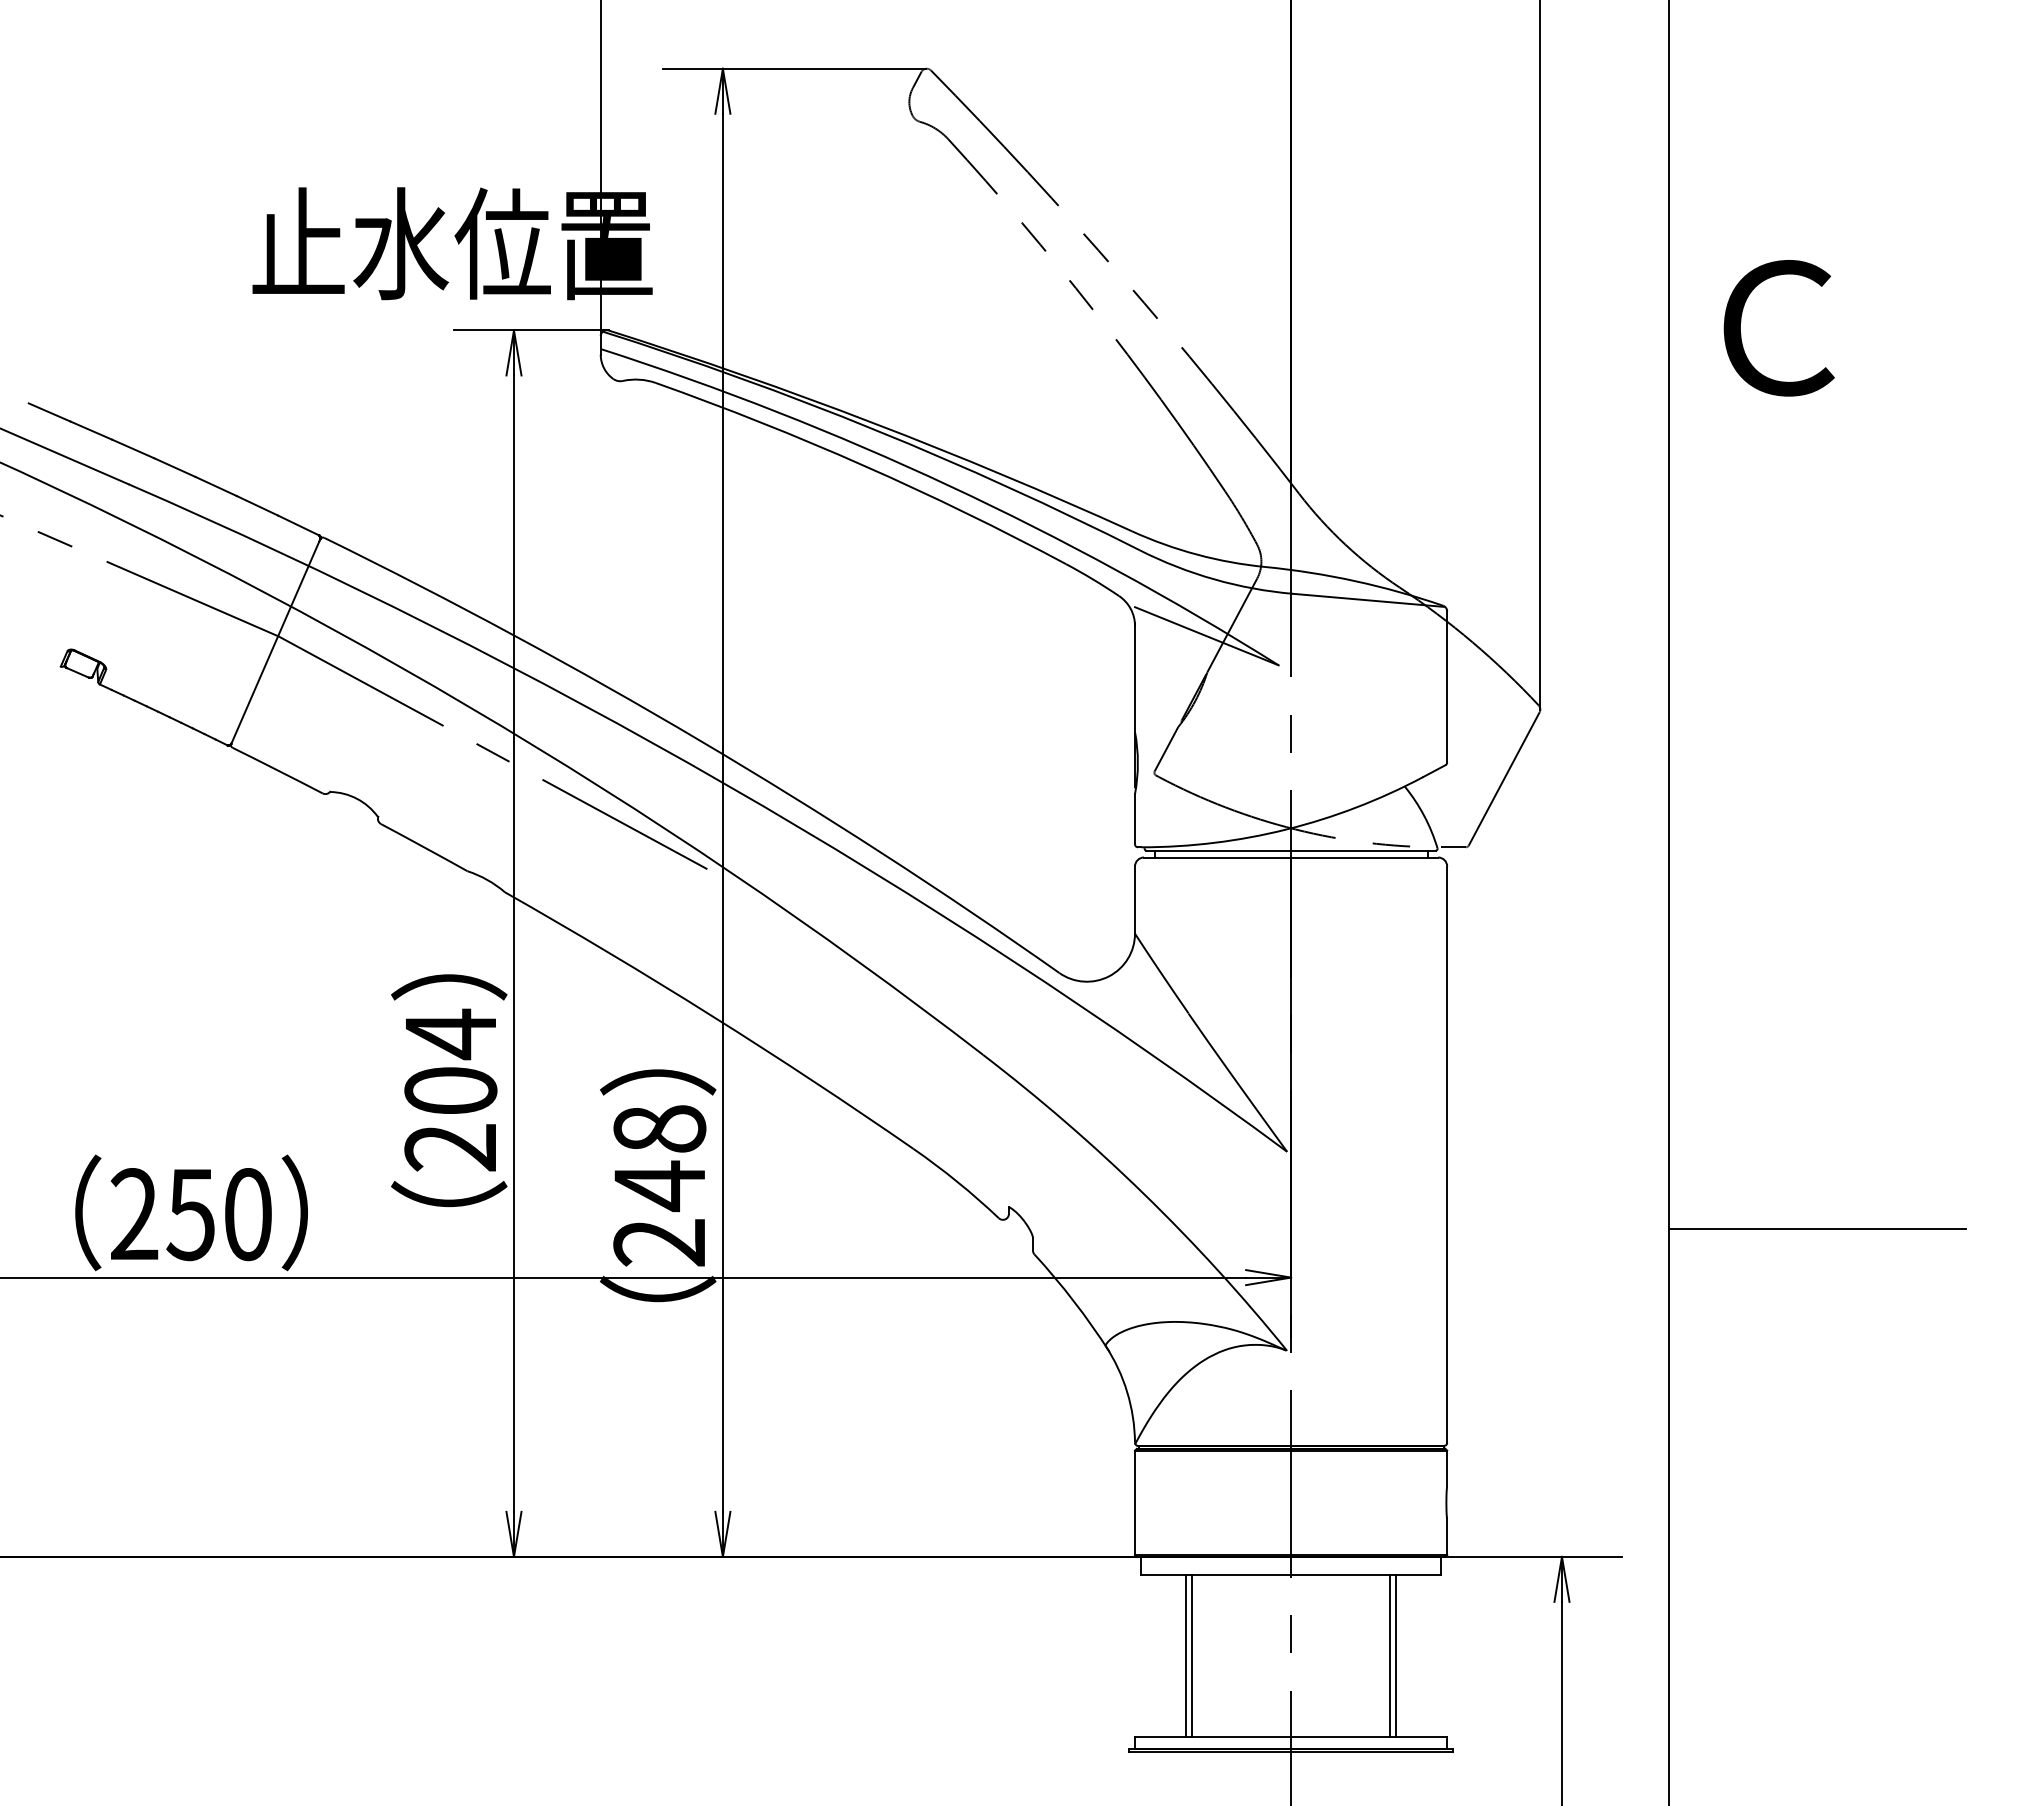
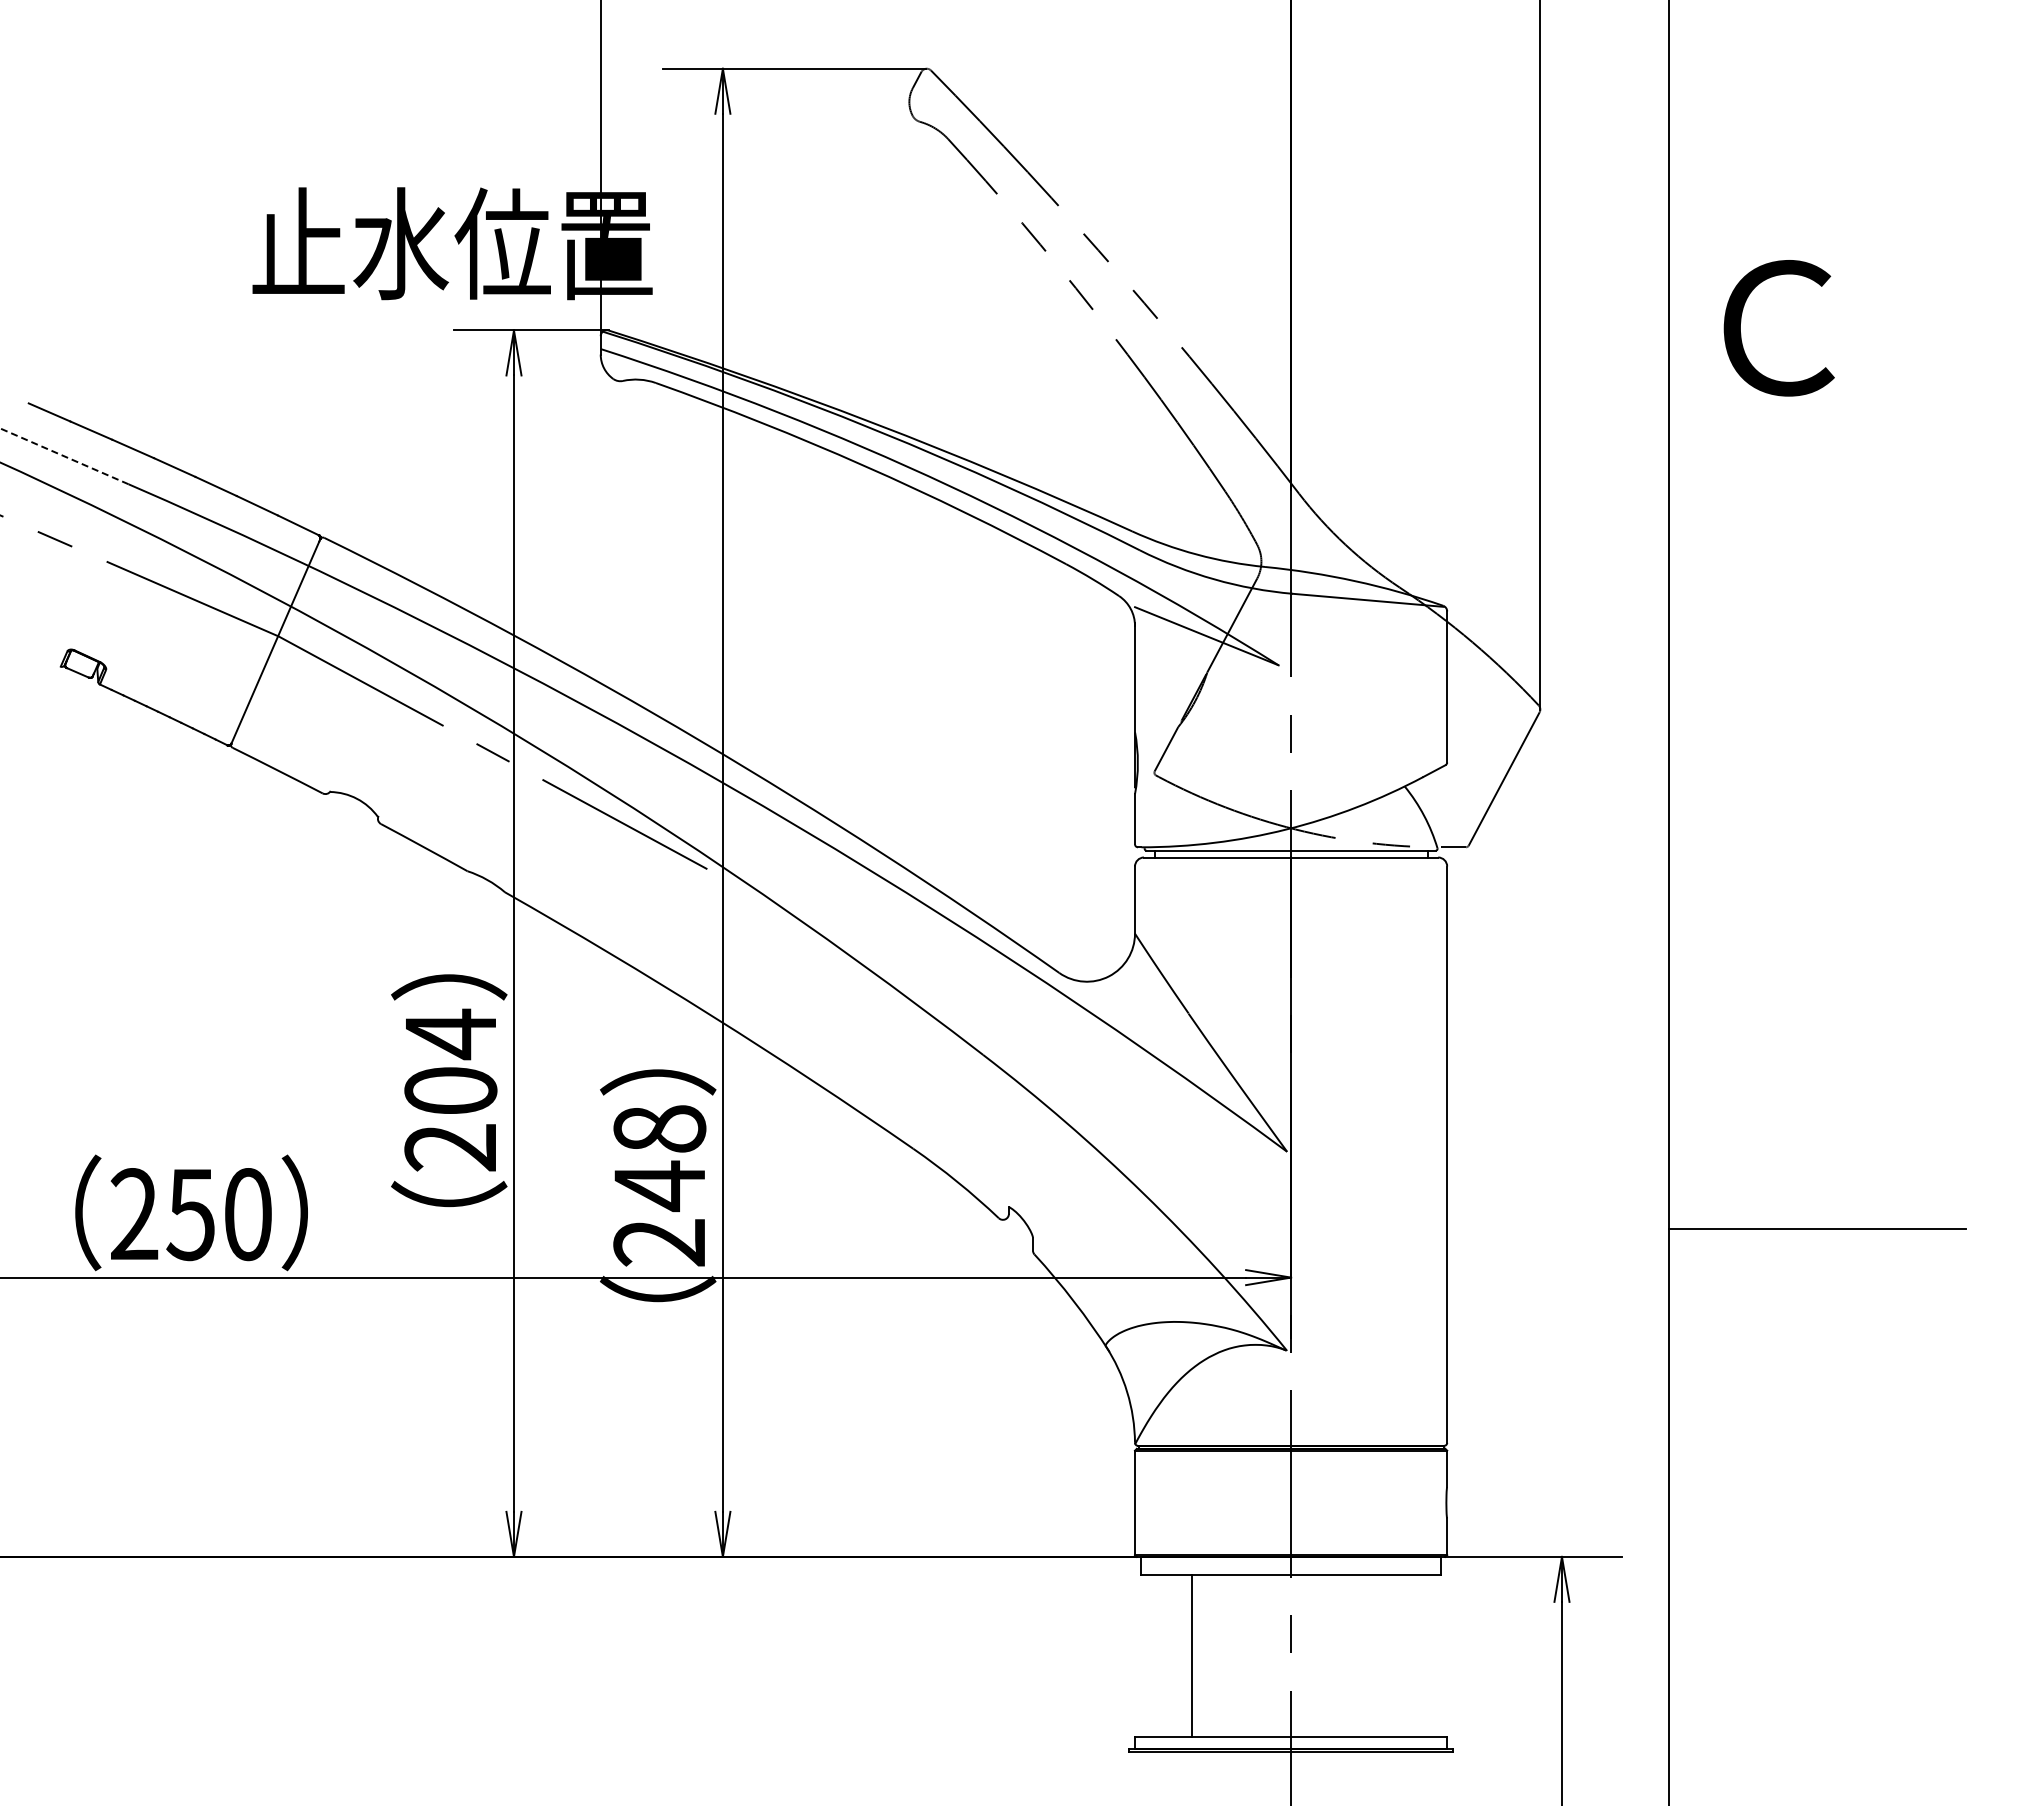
line at (64, 456): solid -> dashed
line at (1186, 1655): present -> none
line at (1390, 1655): present -> none
line at (1396, 1655): present -> none
